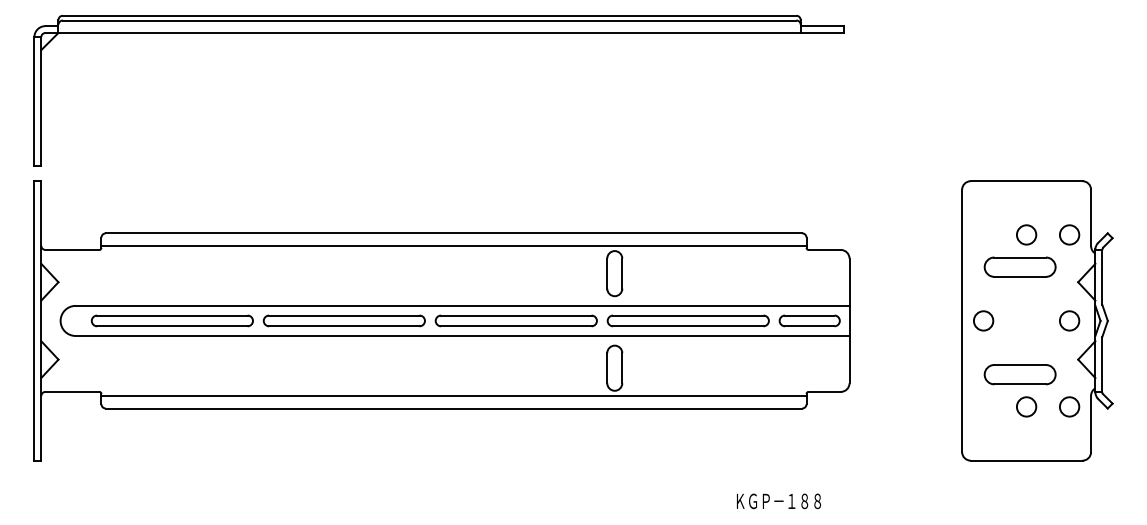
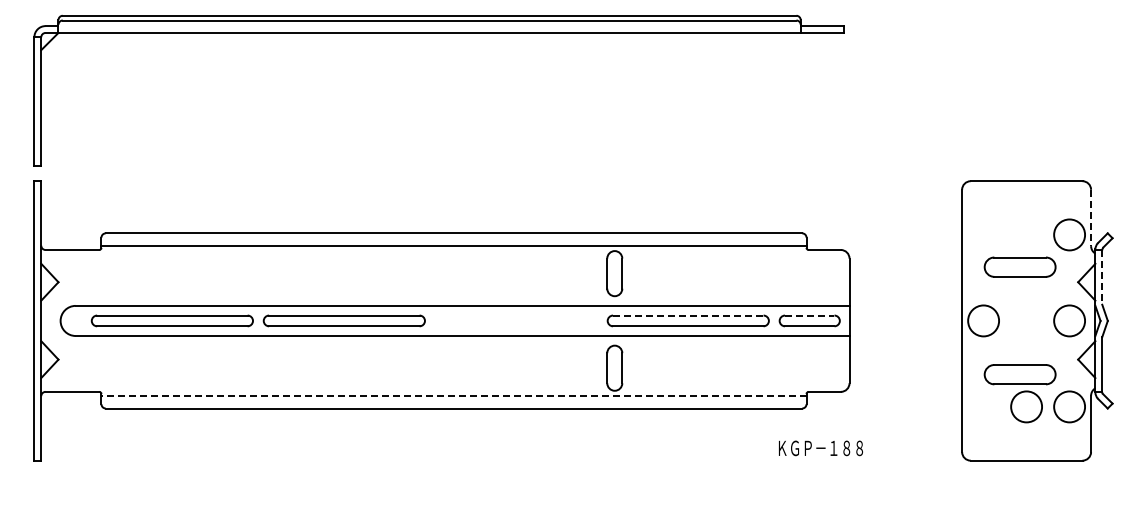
line at (1091, 218): solid -> dashed
circle at (1026, 234): present -> none
circle at (1069, 234) diameter: 19 px -> 31 px
line at (1102, 278): solid -> dashed
line at (688, 315): solid -> dashed
line at (809, 315): solid -> dashed
part at (515, 320): present -> none
circle at (983, 320) diameter: 19 px -> 31 px
circle at (1069, 320) diameter: 19 px -> 31 px
line at (454, 396): solid -> dashed
circle at (1026, 406) diameter: 19 px -> 31 px
circle at (1069, 406) diameter: 19 px -> 31 px
text at (778, 501) position: (778, 501) -> (820, 448)
